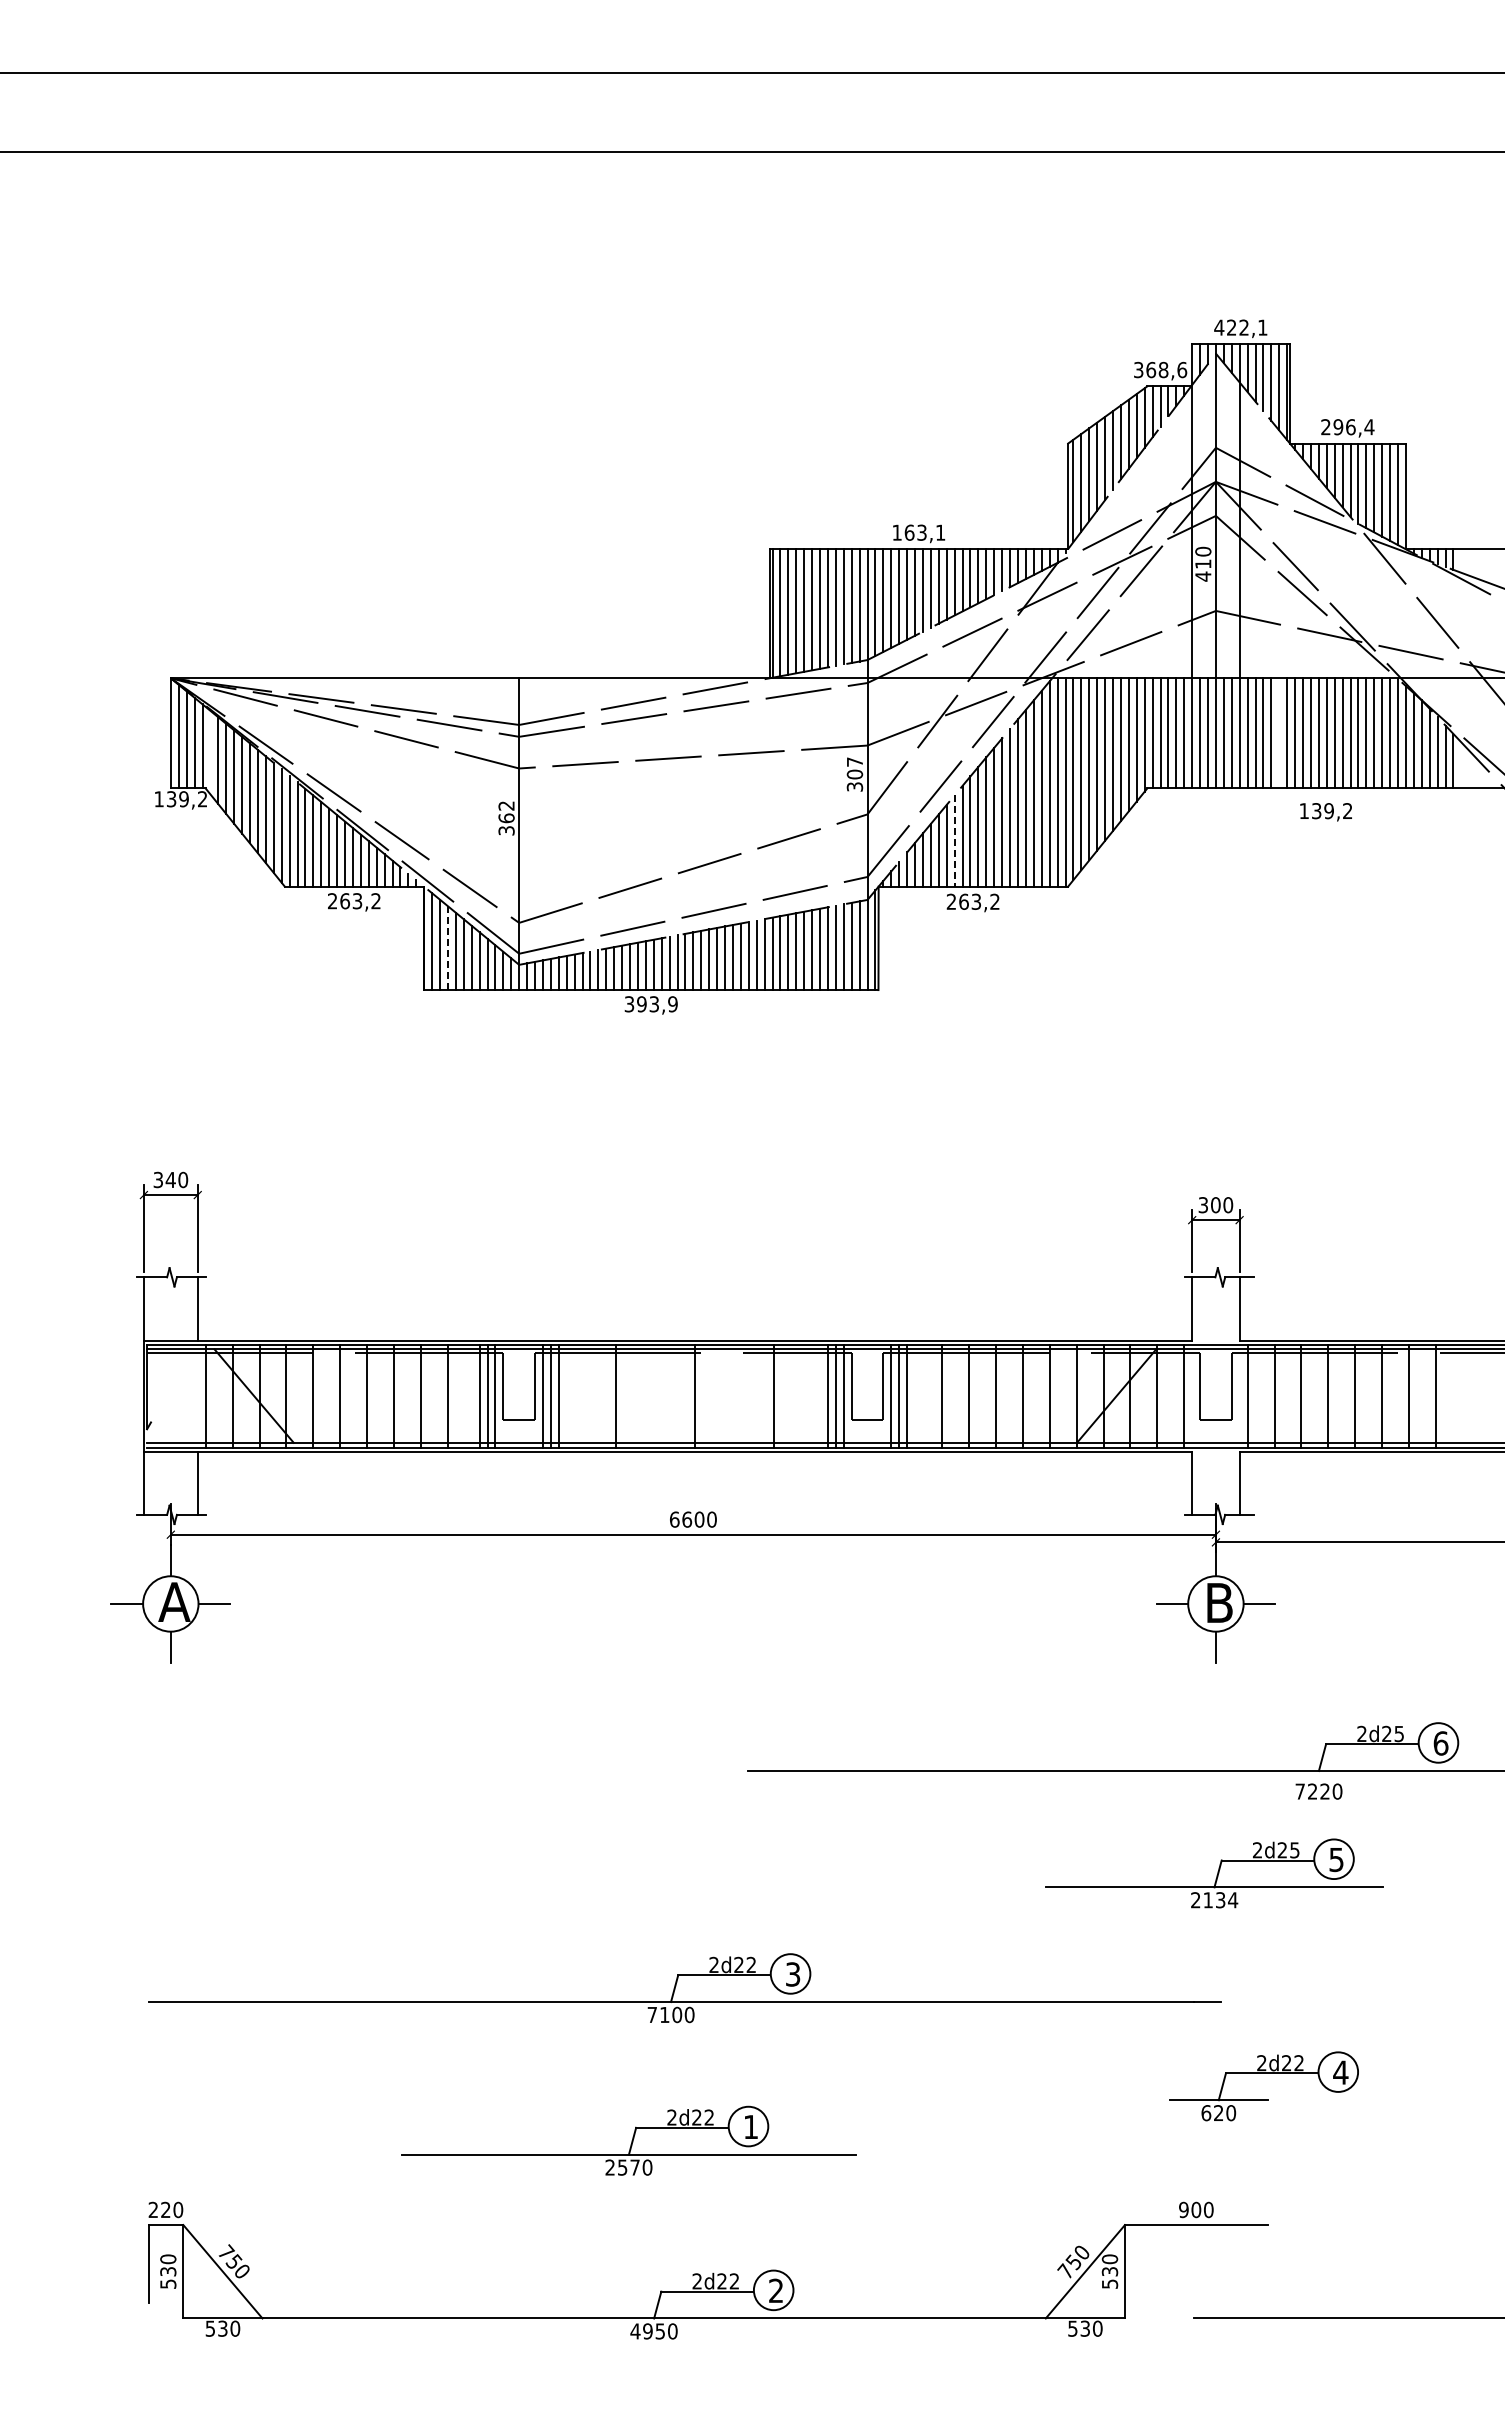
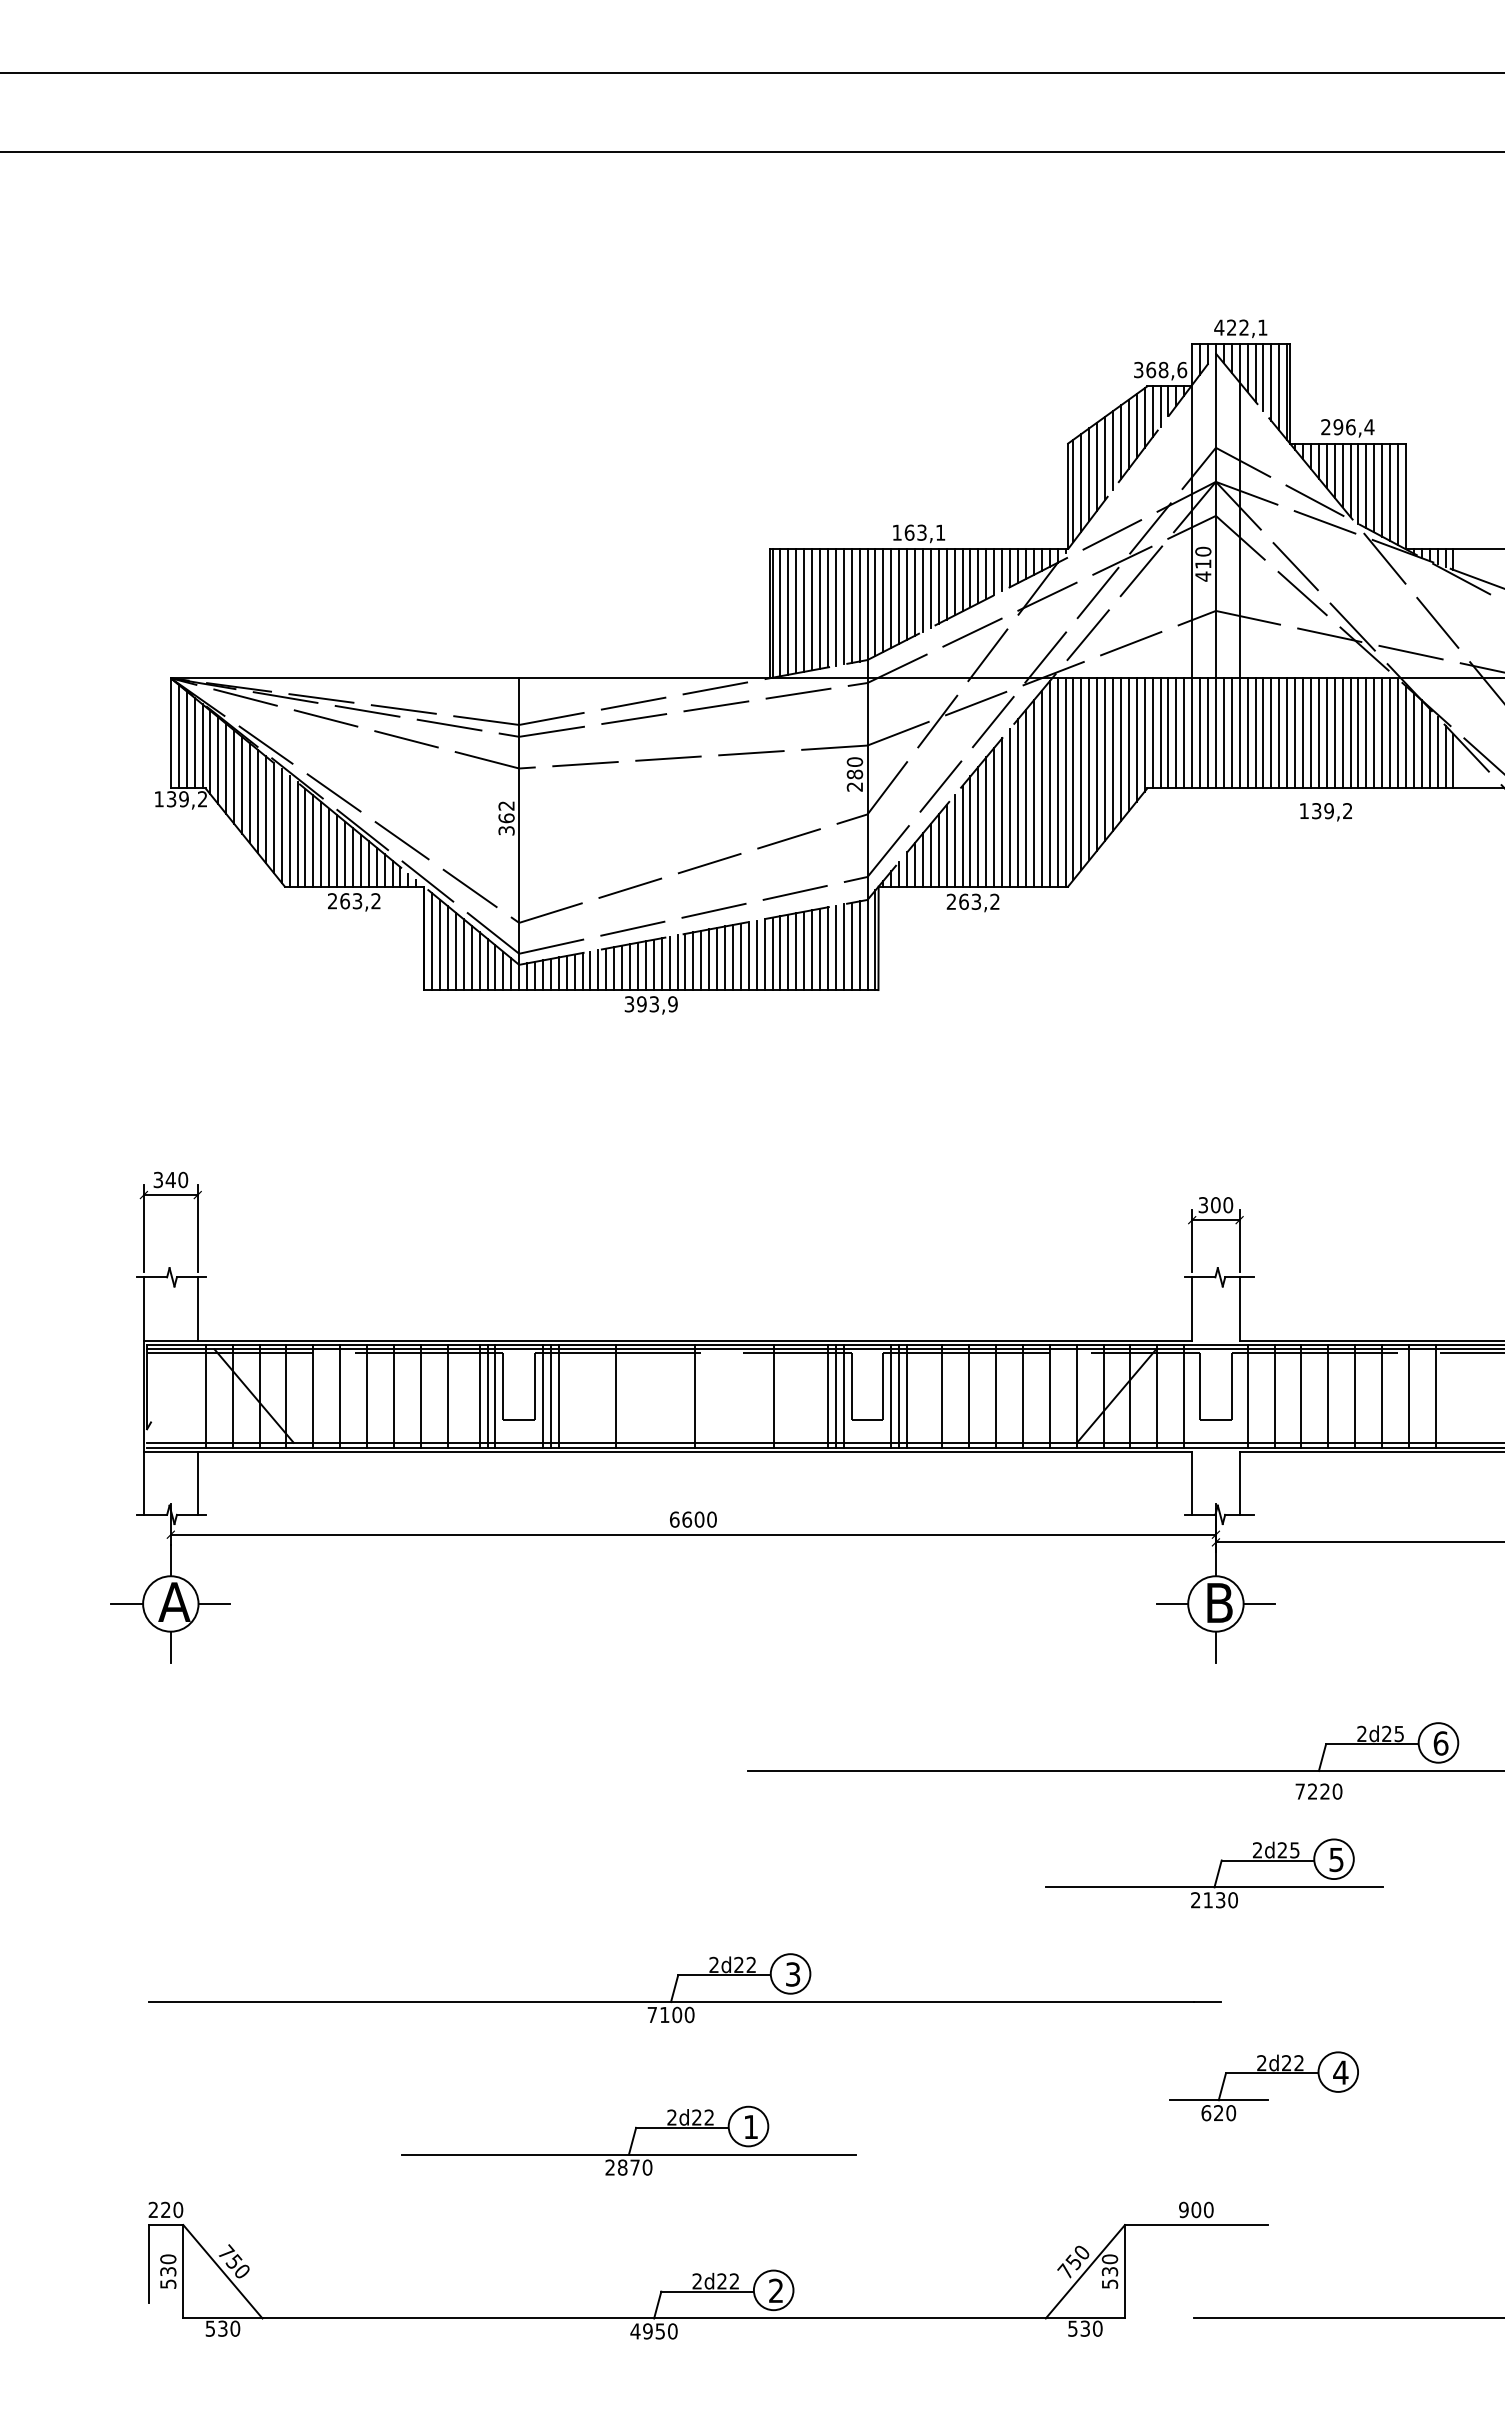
line at (1279, 733): none -> present
line at (210, 752): none -> present
text at (854, 774): 307 -> 280
line at (954, 841): dashed -> solid
line at (447, 948): dashed -> solid
text at (1233, 1900): 2134 -> 2130
text at (622, 2167): 2570 -> 2870
